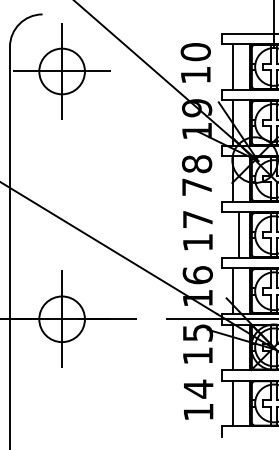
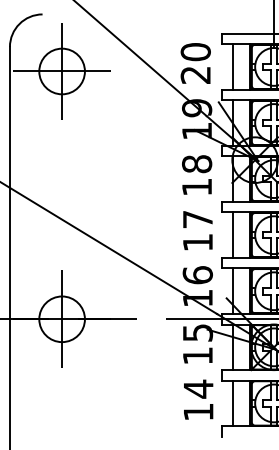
text at (195, 75): 10 -> 20
text at (196, 186): 78 -> 18
line at (239, 235) position: (239, 235) -> (233, 235)
